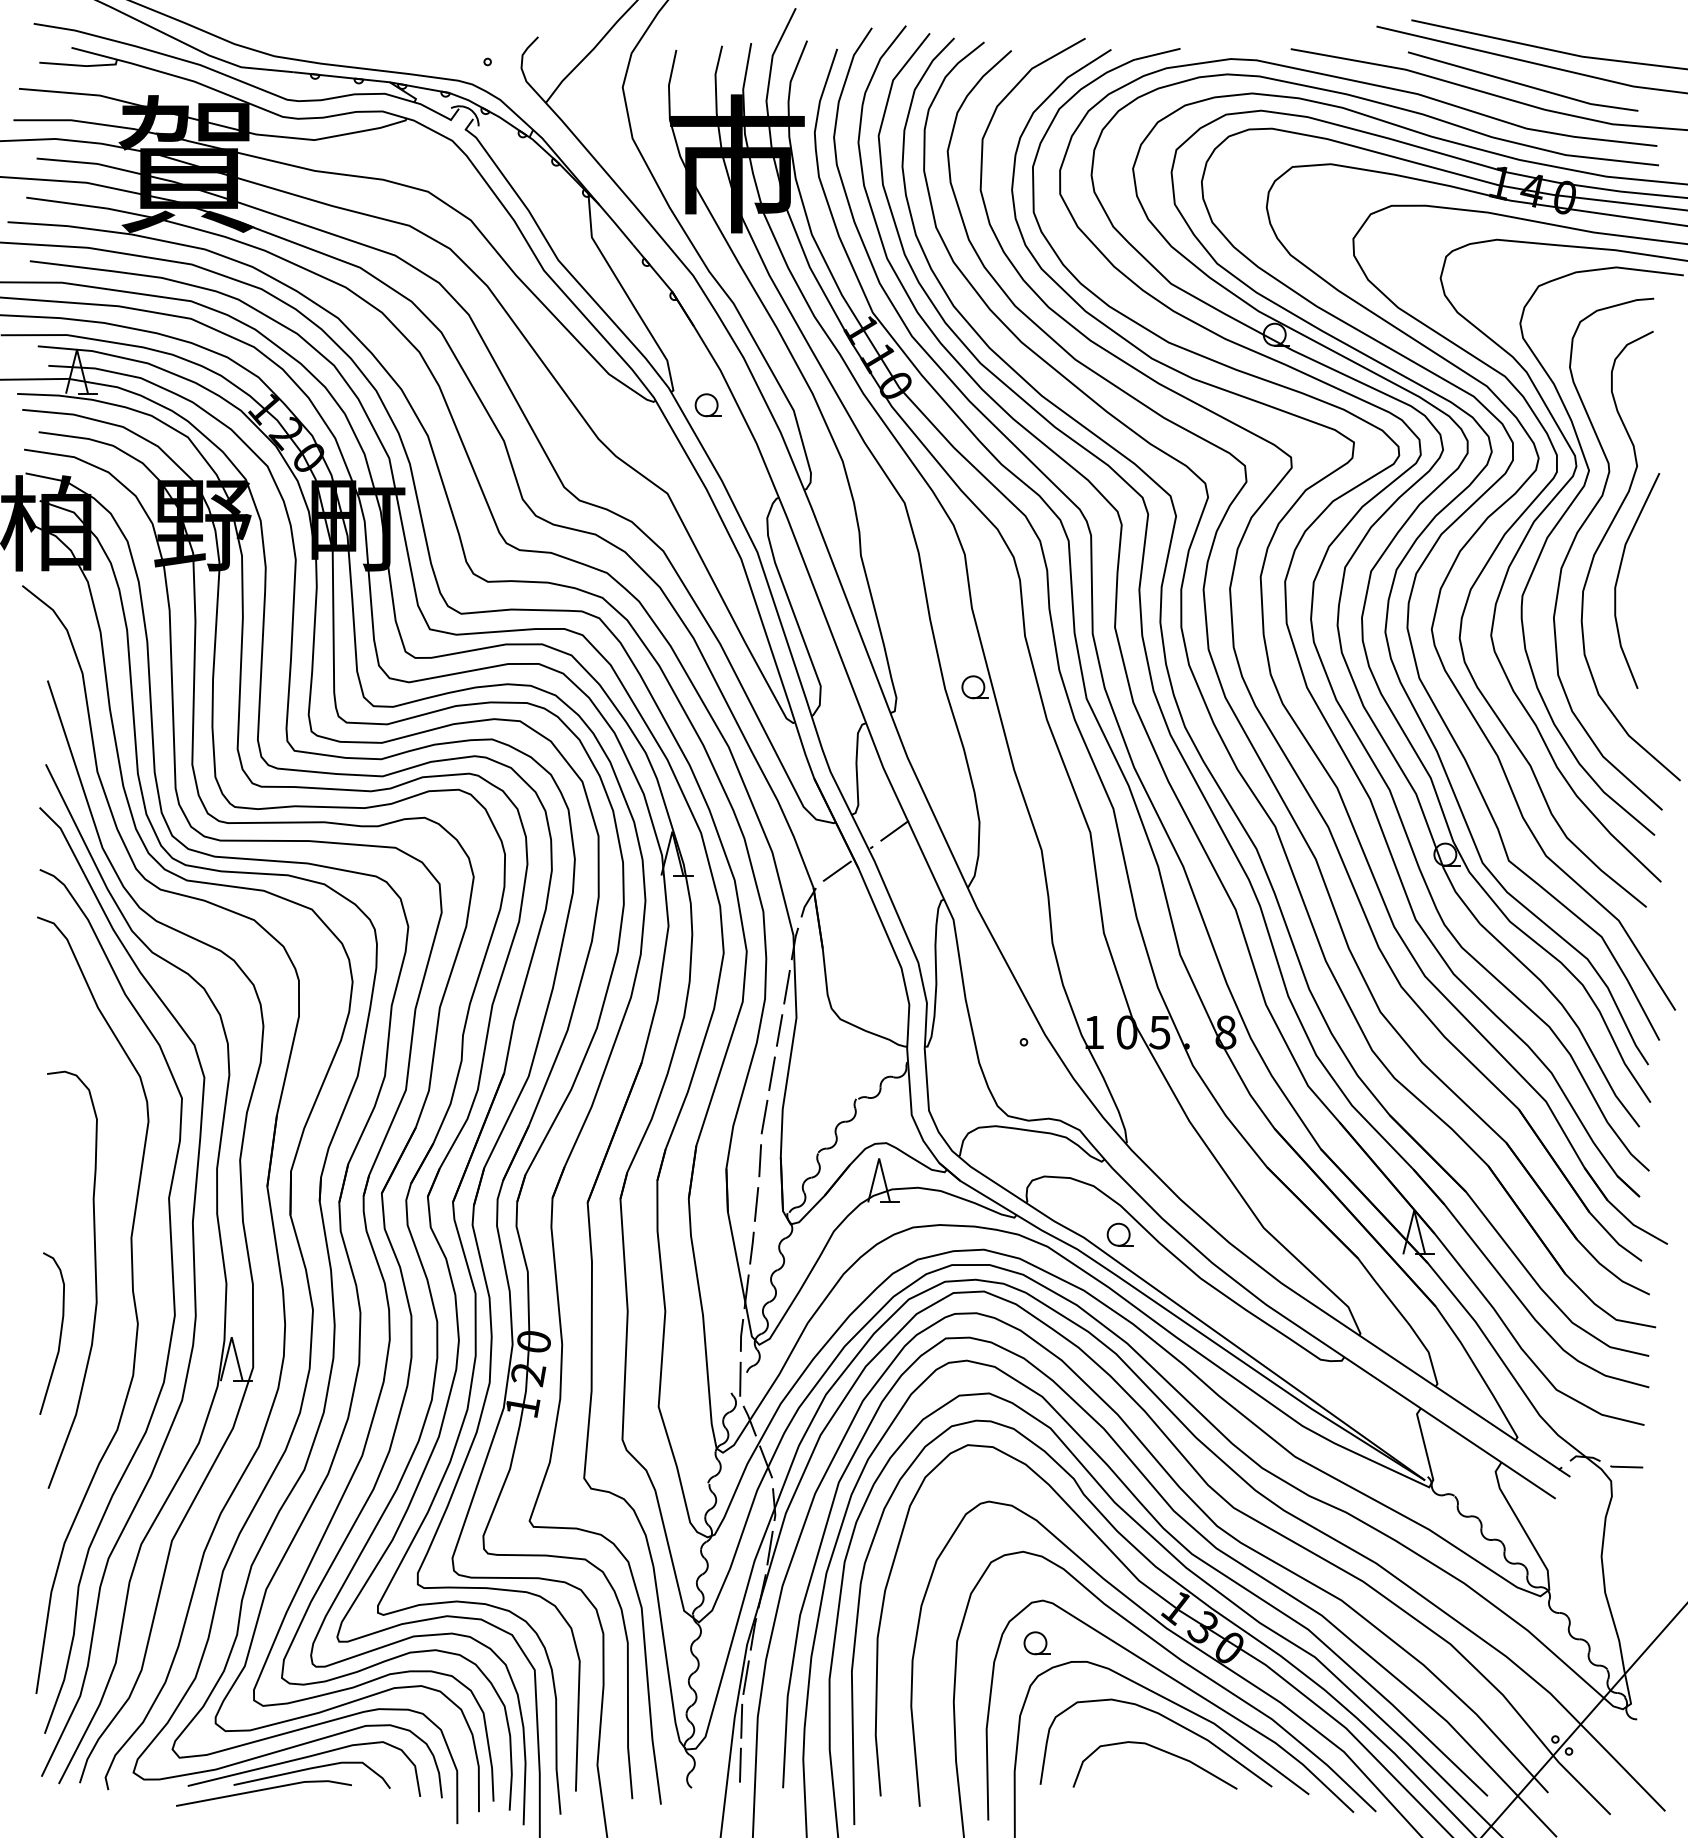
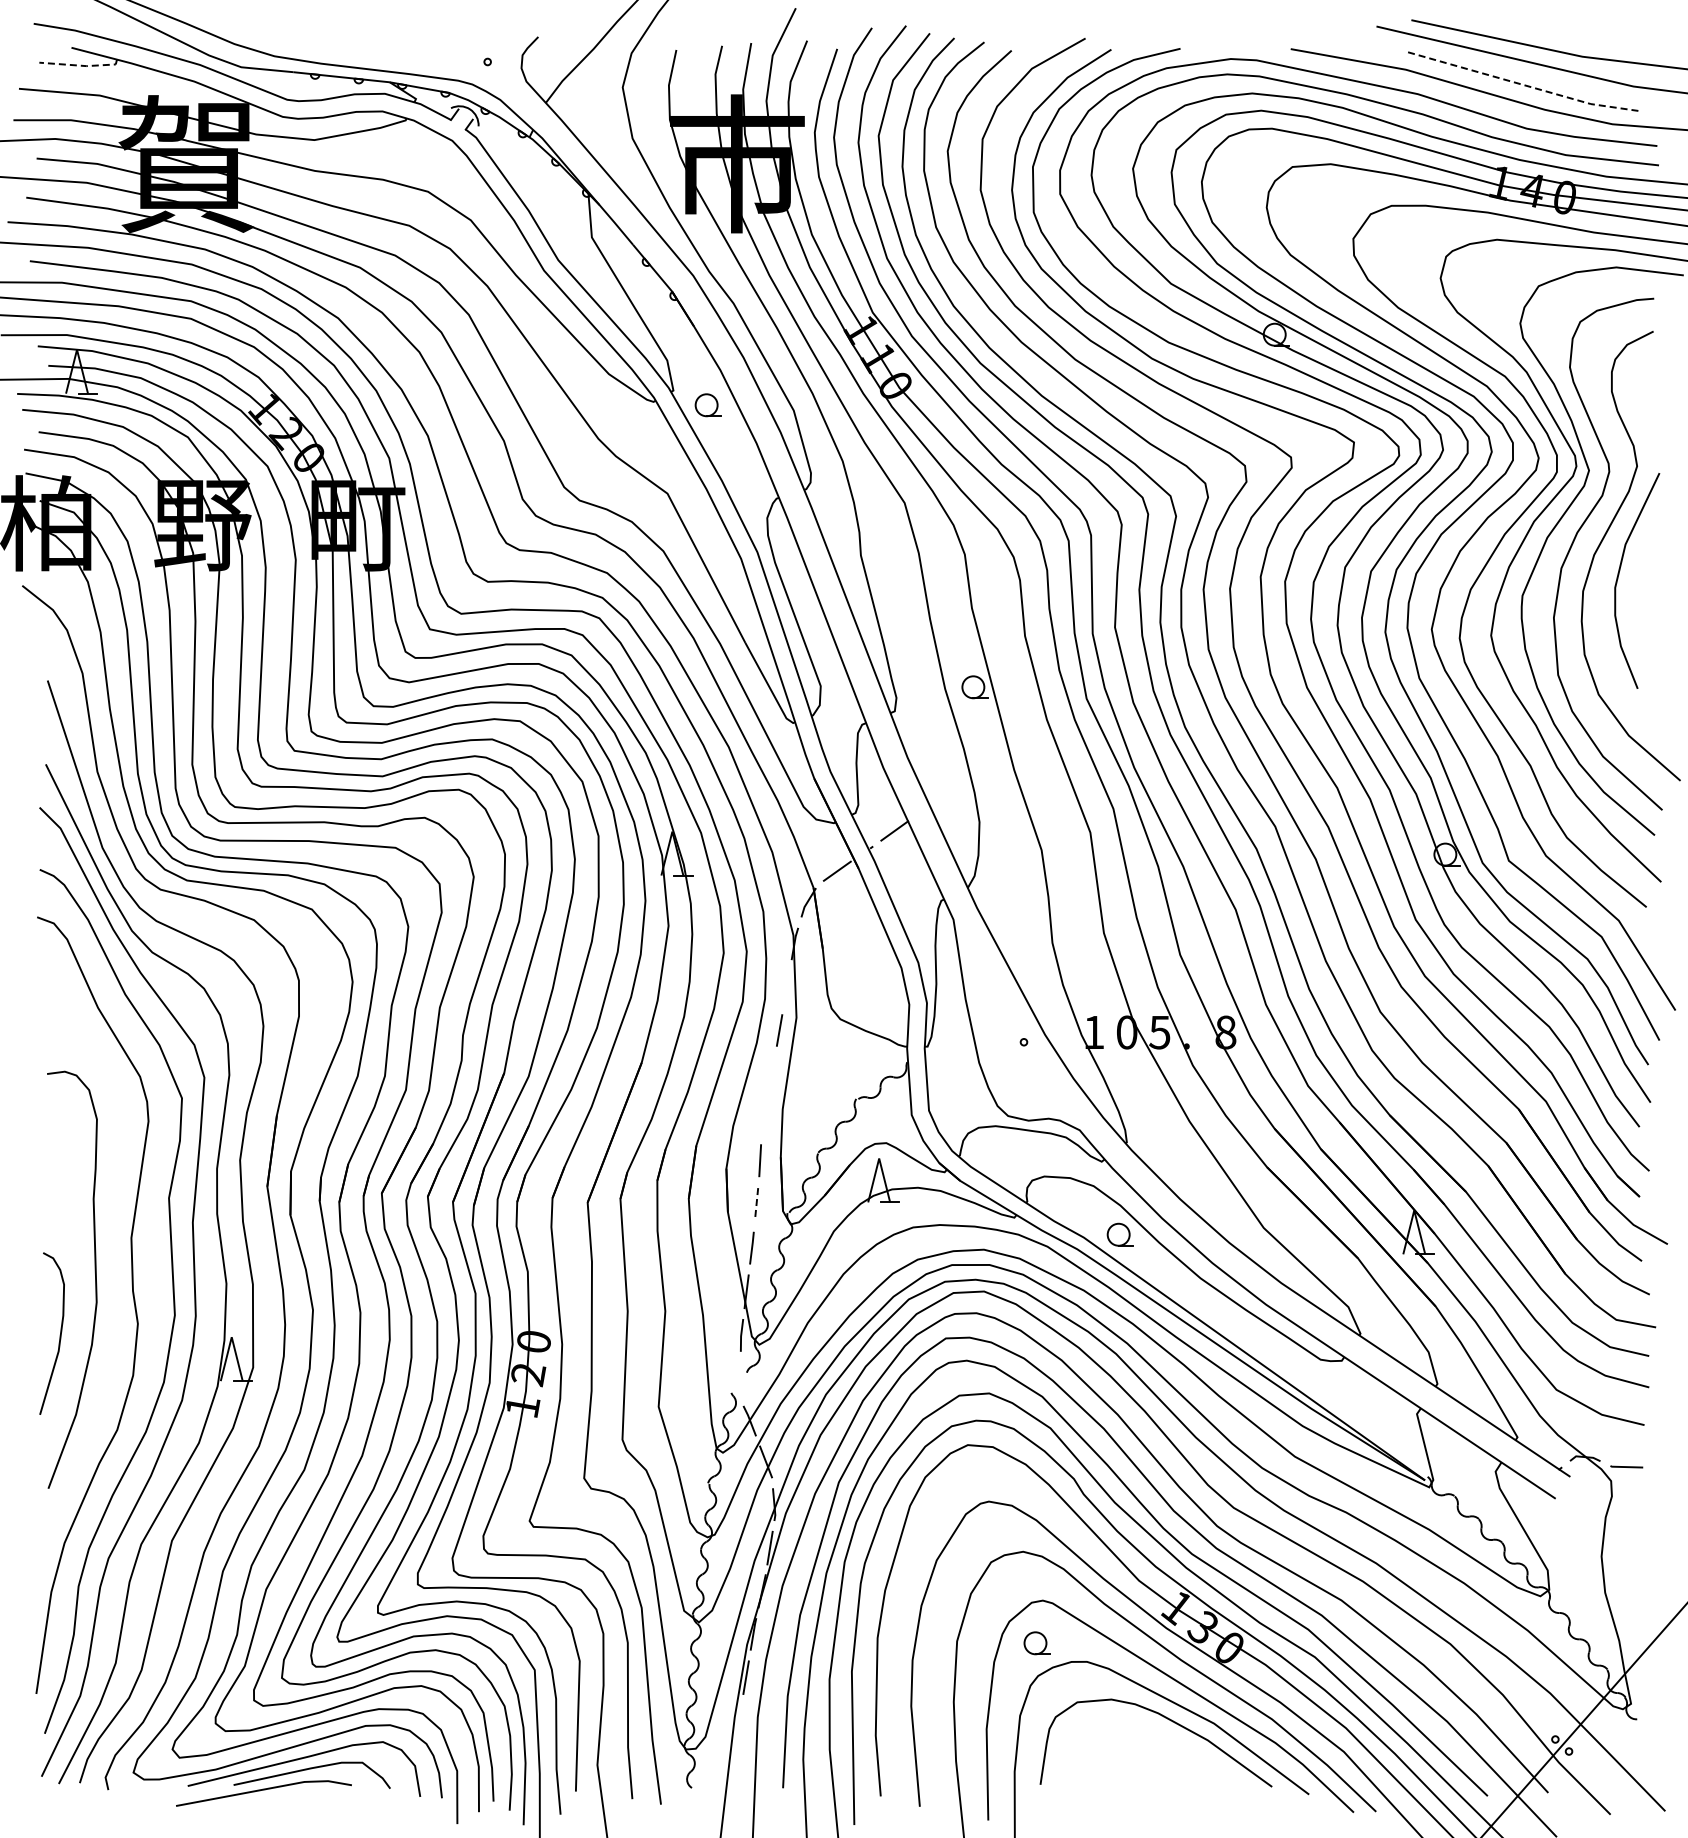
line at (80, 65): solid -> dashed
line at (1522, 84): solid -> dashed
line at (786, 986): present -> none
line at (771, 1073): present -> none
line at (764, 1116): present -> none
line at (756, 1204): solid -> dashed
line at (740, 1378): present -> none
line at (741, 1720): present -> none
curve at (1159, 1750): present -> none
line at (739, 1764): present -> none
